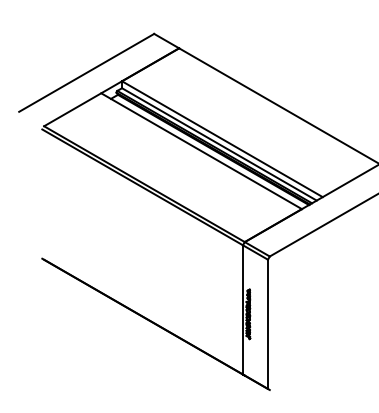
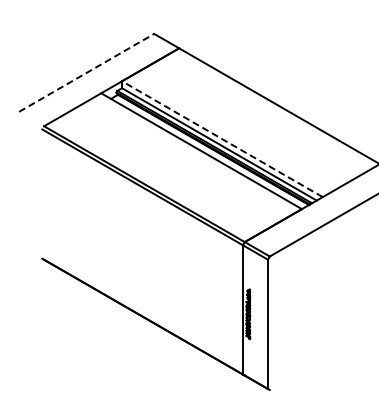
line at (86, 72): solid -> dashed
line at (222, 139): solid -> dashed
